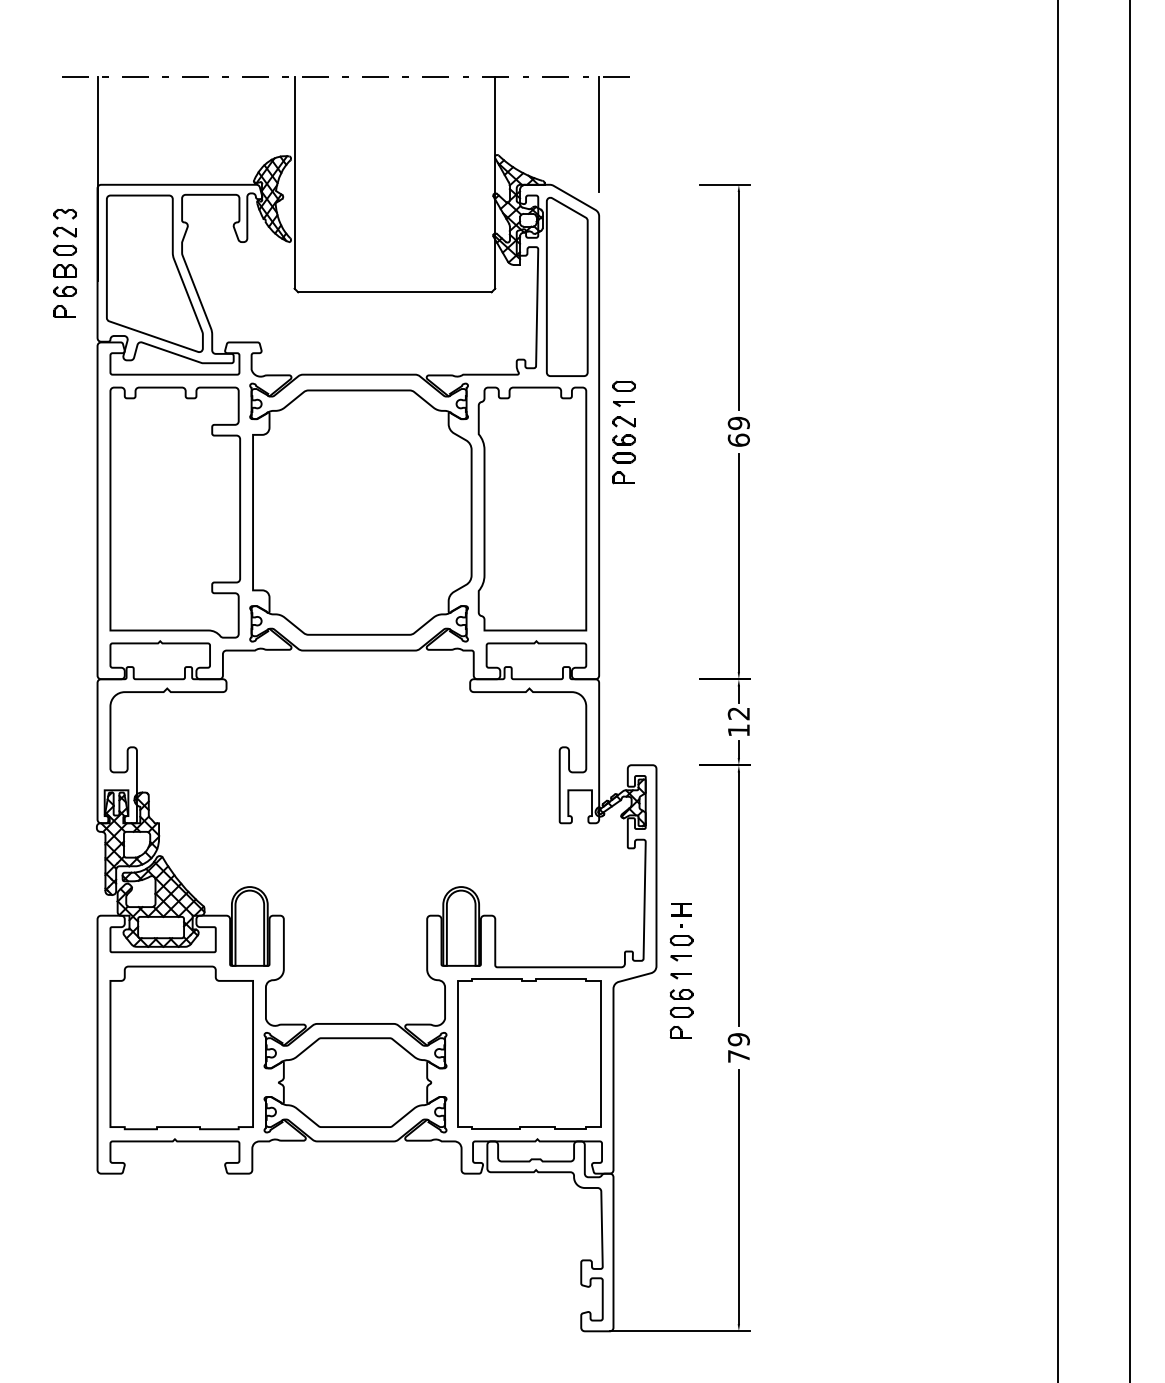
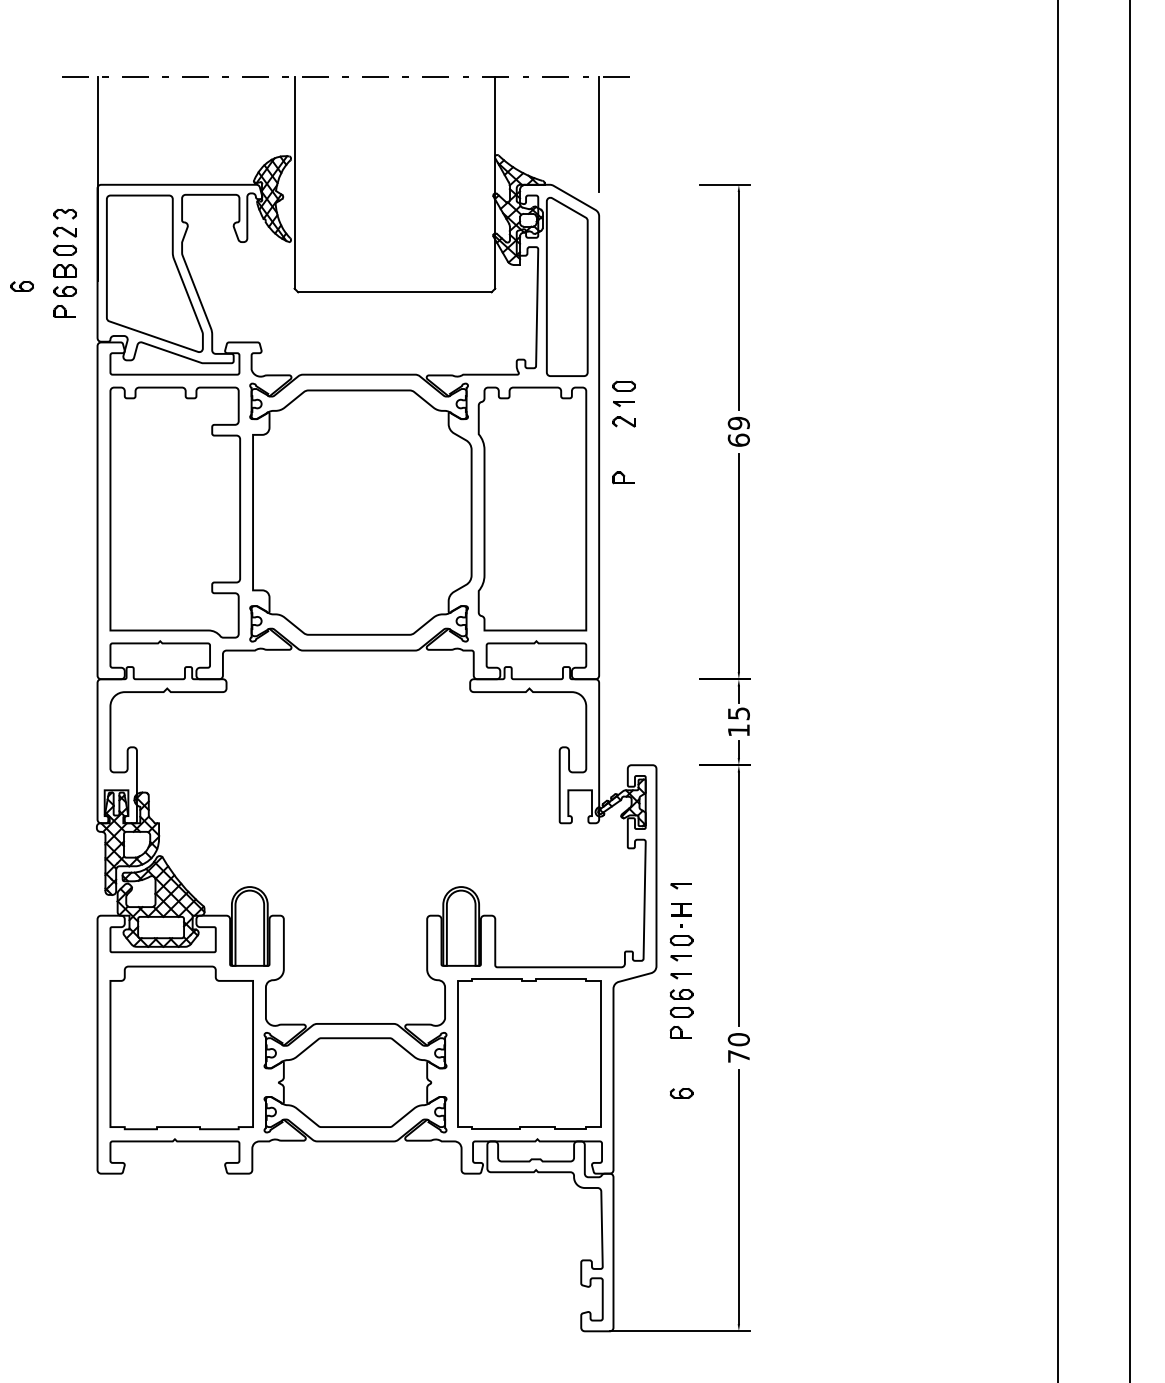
part at (21, 286): none -> present
part at (623, 448): present -> none
text at (738, 713): 12 -> 15
part at (680, 886): none -> present
text at (738, 1039): 79 -> 70
part at (681, 1093): none -> present
